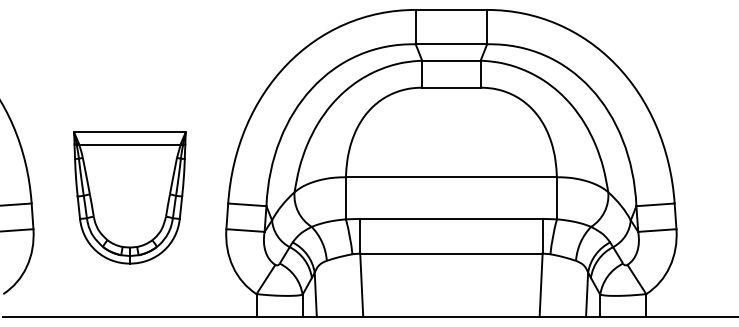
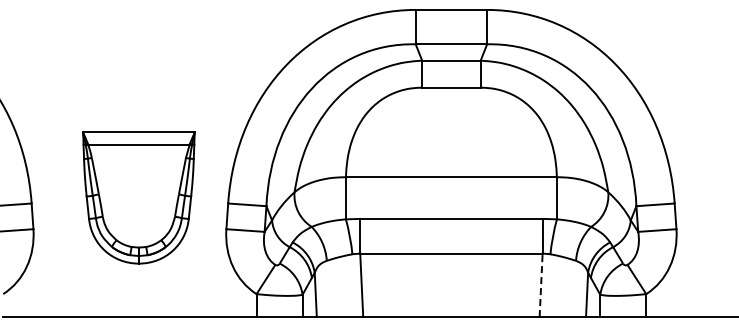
part at (129, 197) position: (129, 197) -> (138, 197)
line at (541, 285): solid -> dashed
